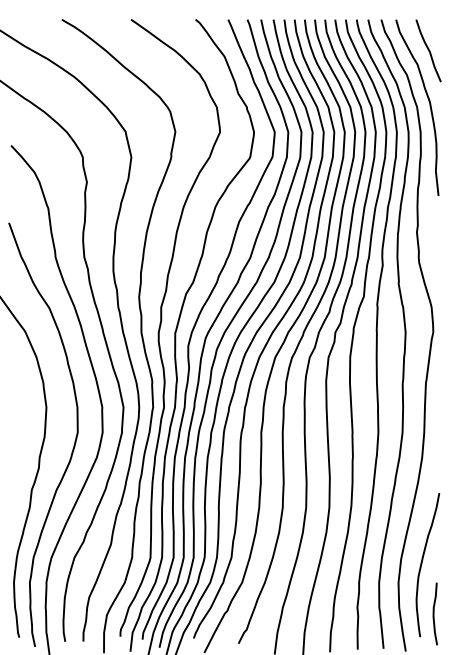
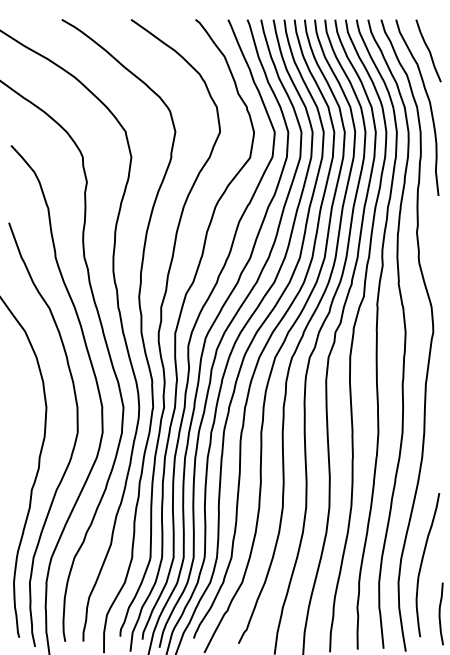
curve at (434, 613) position: (434, 613) -> (440, 613)
